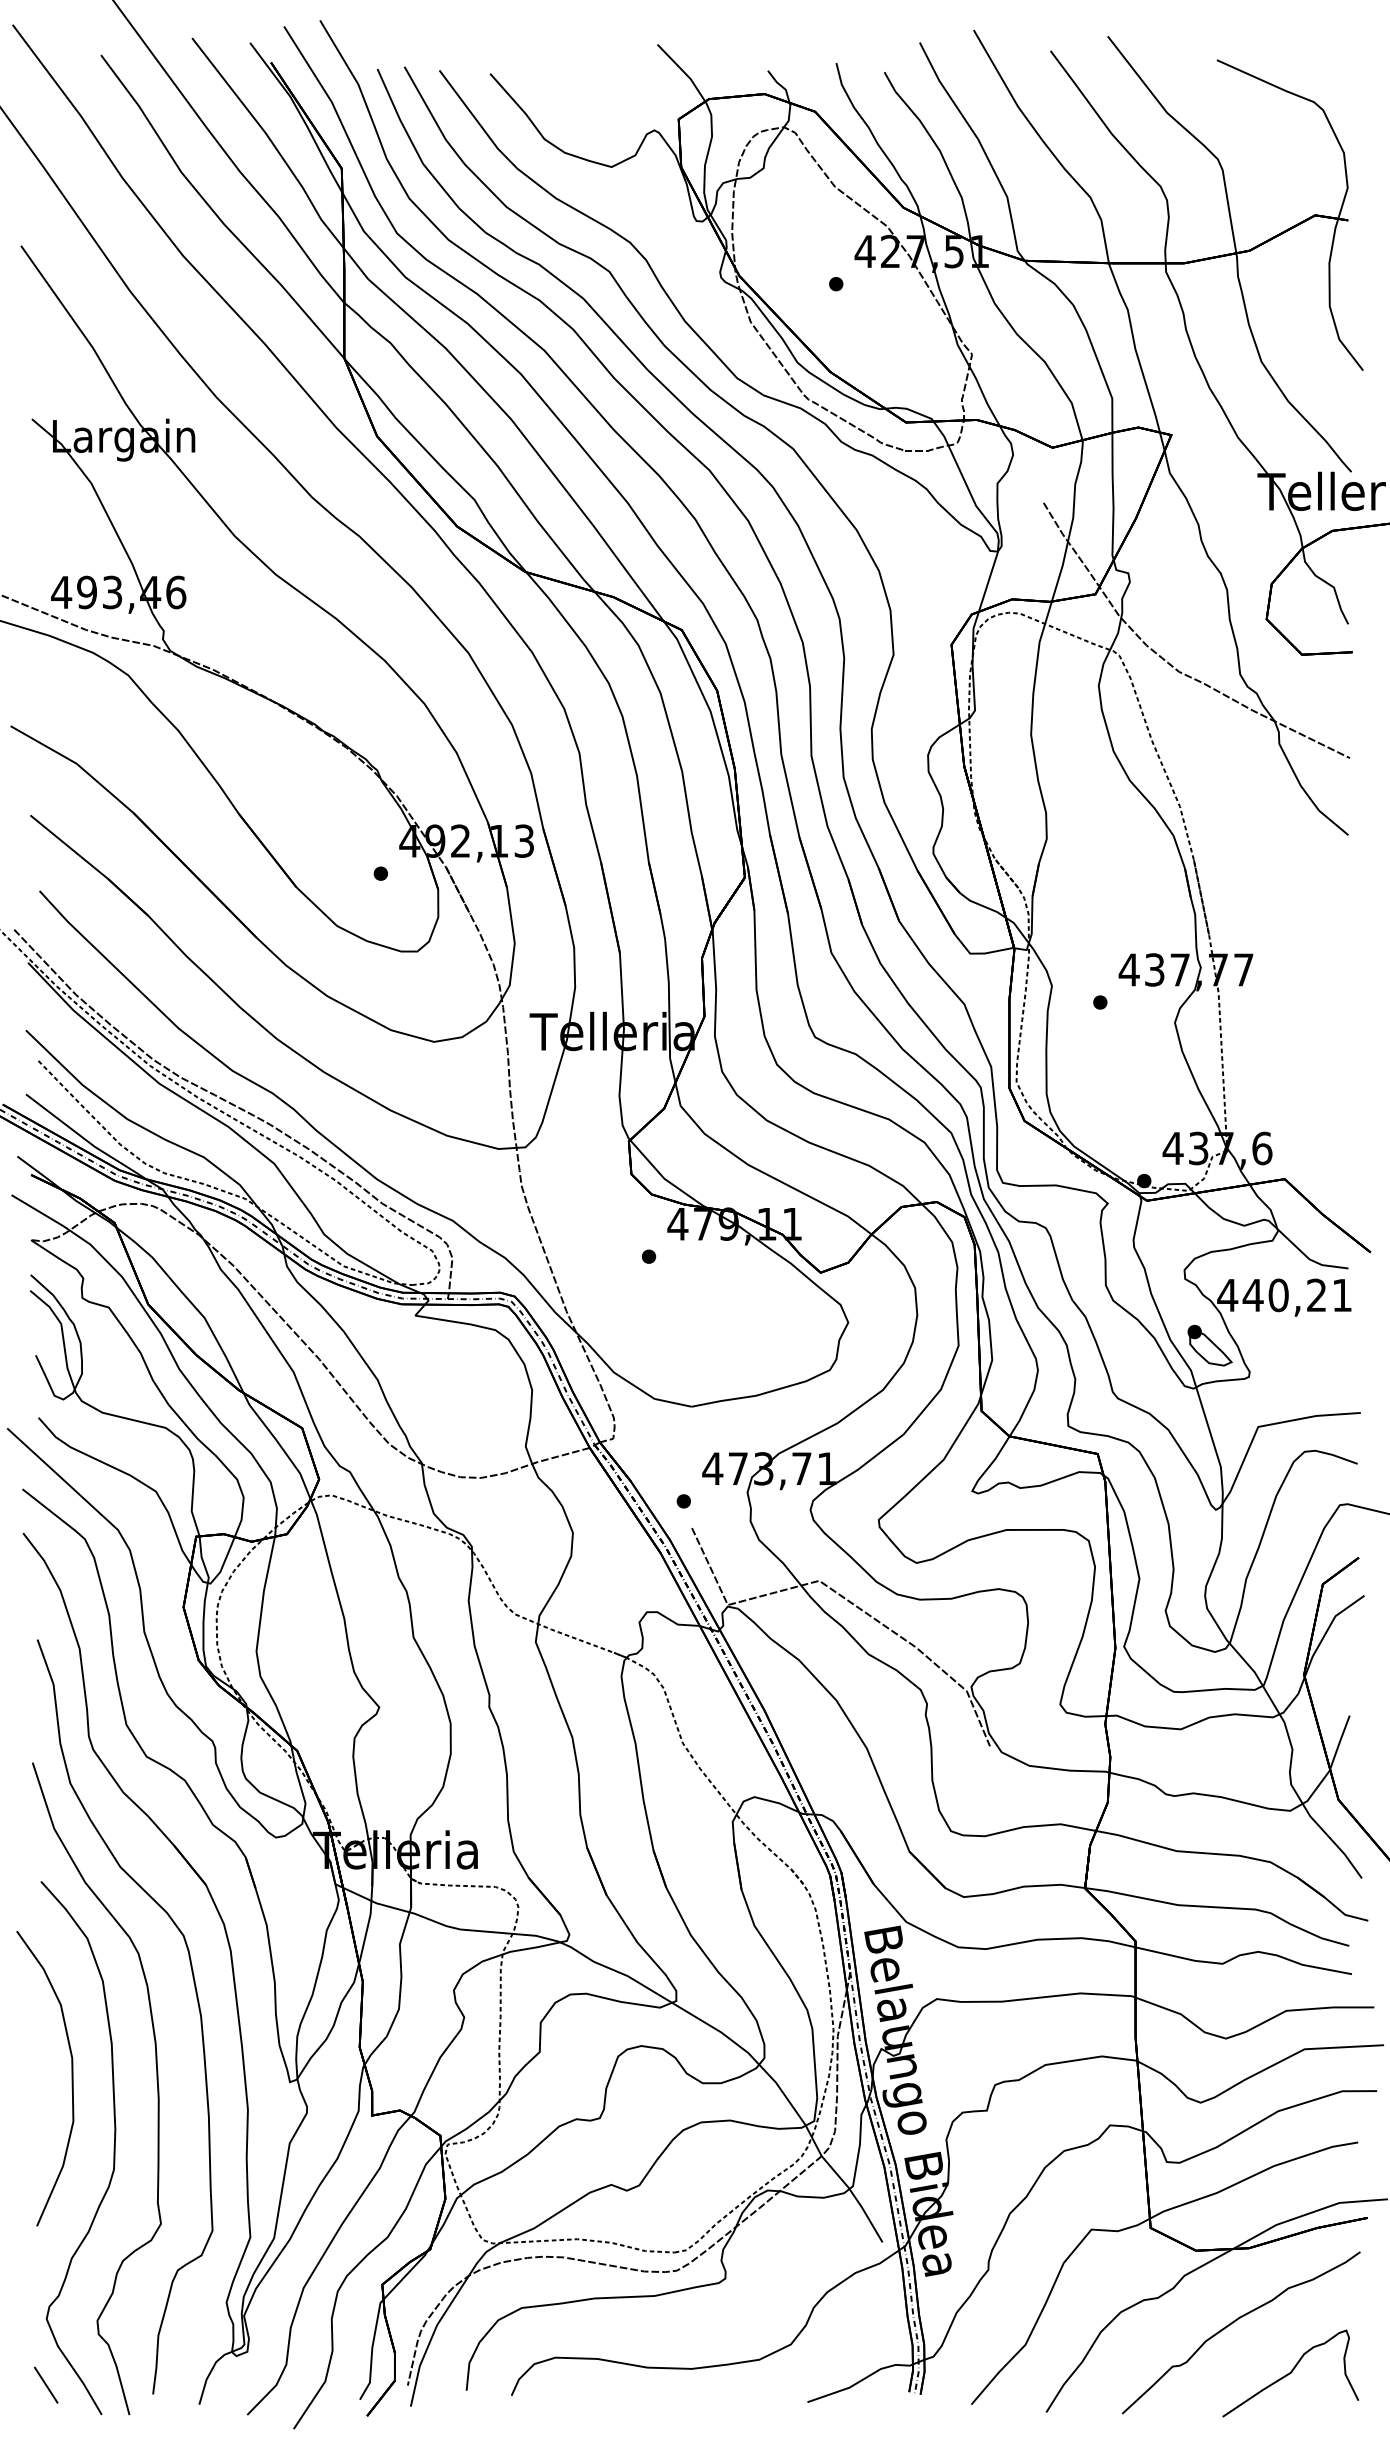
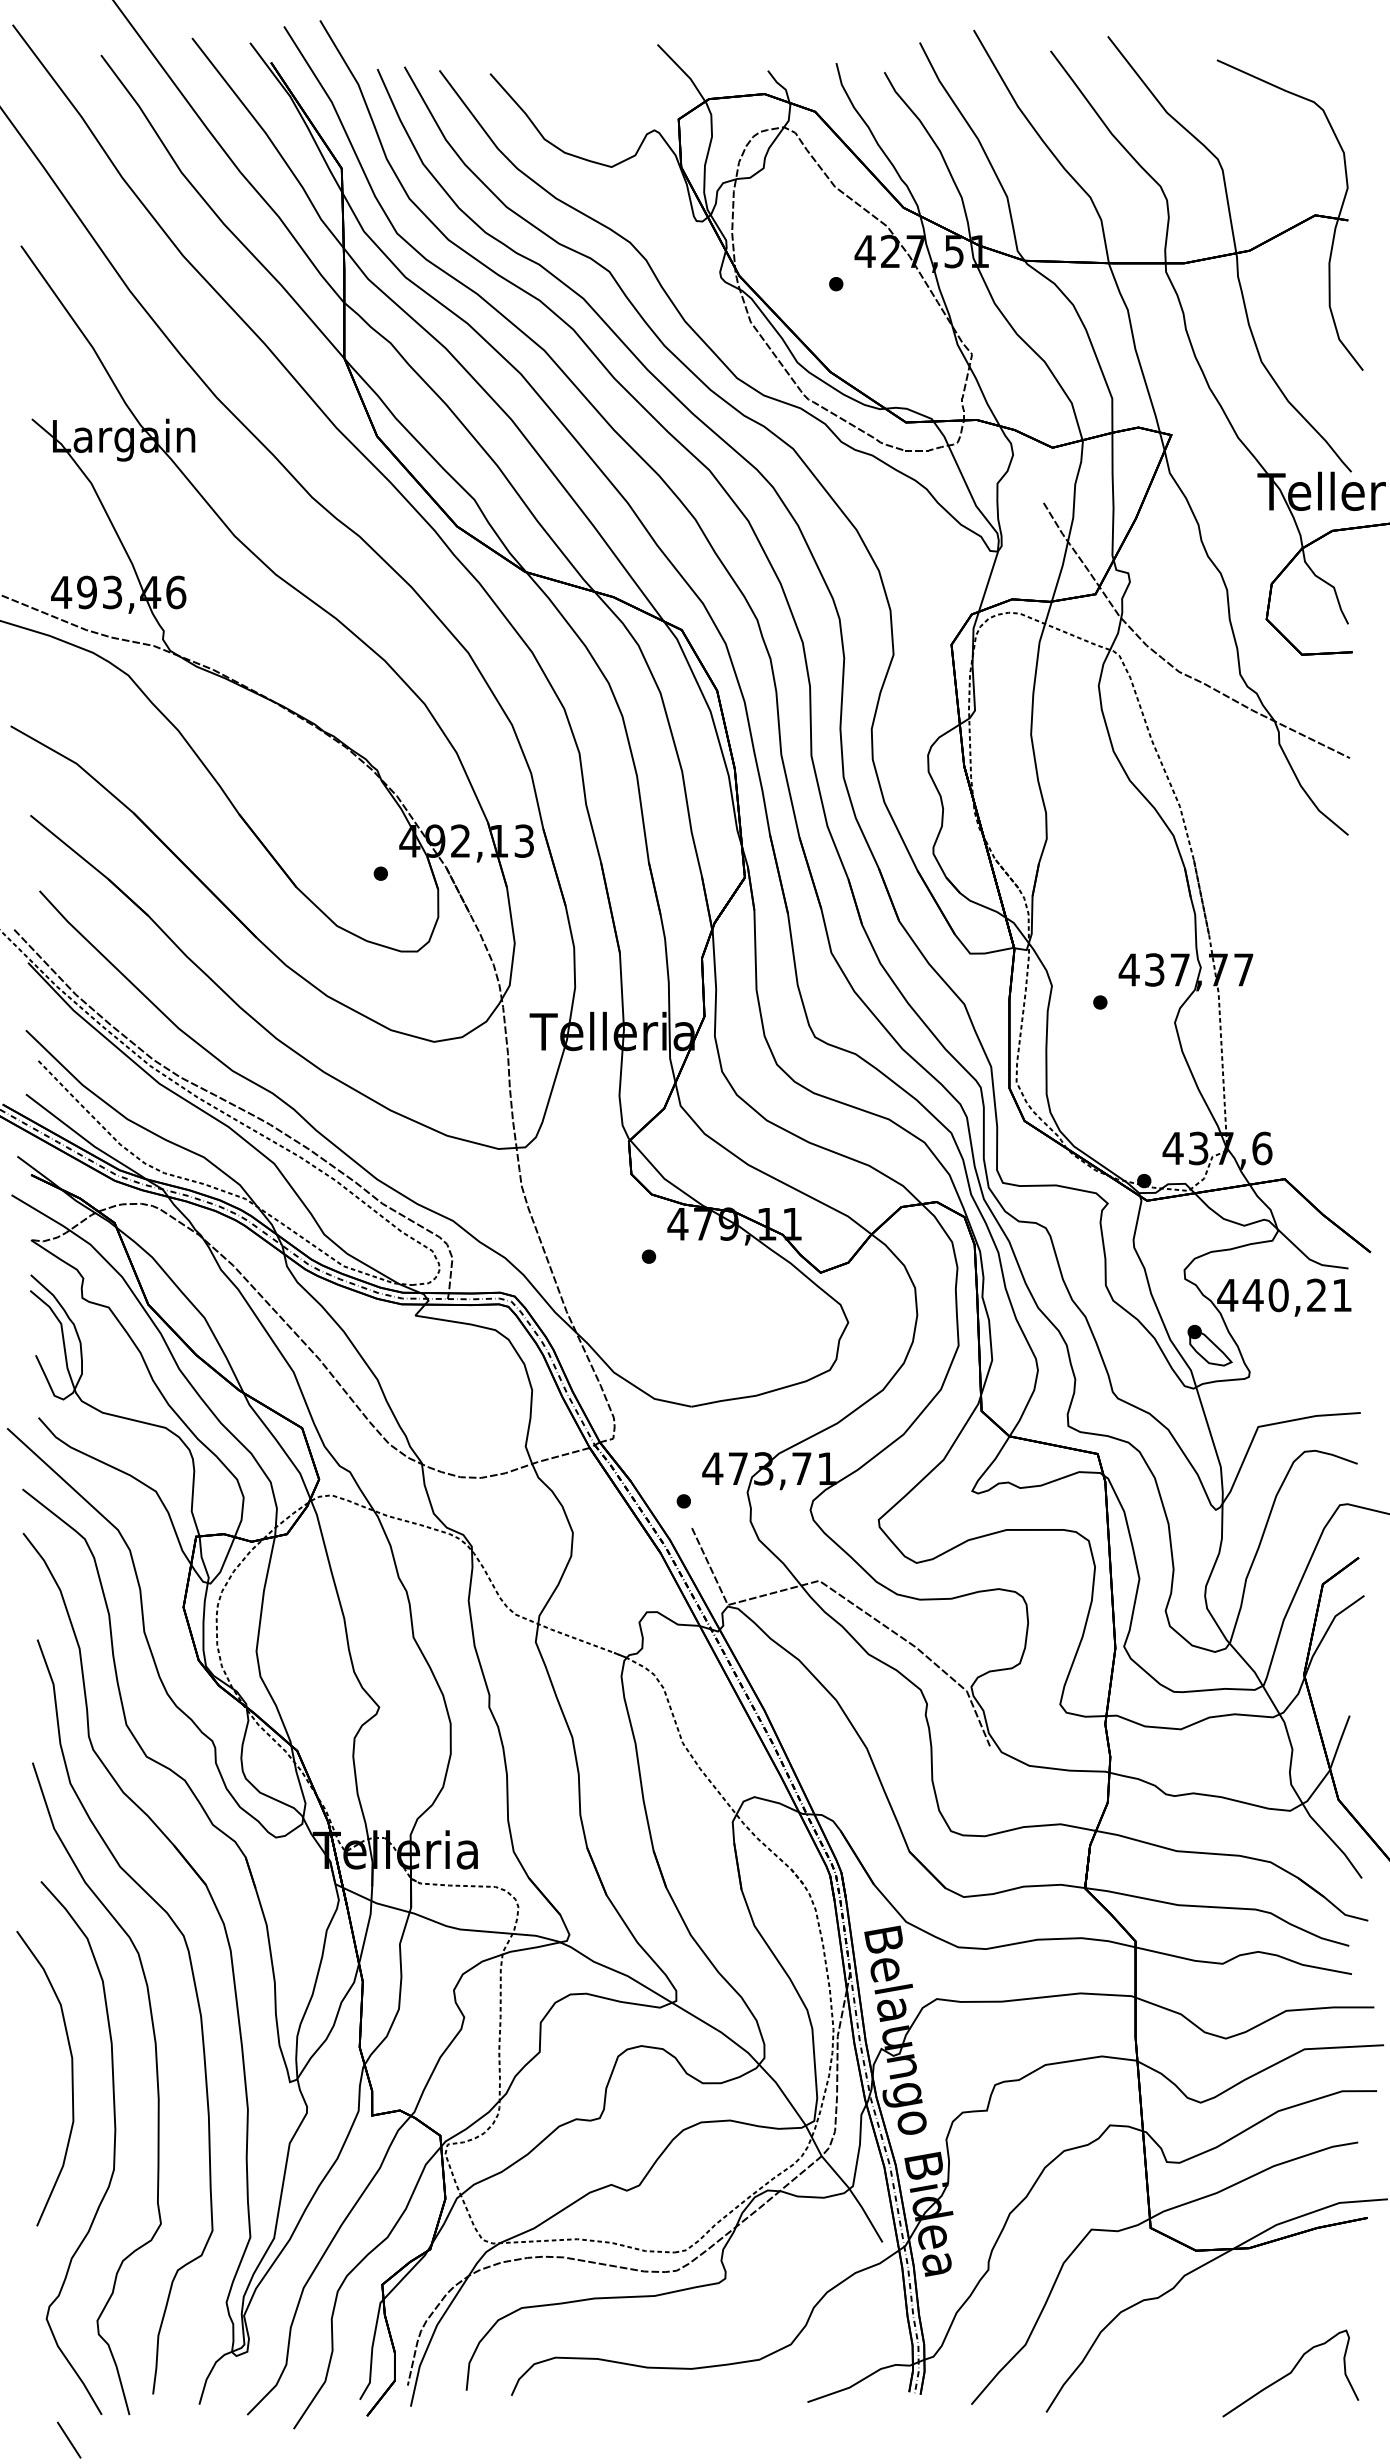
curve at (1233, 2323): present -> none
line at (45, 2384) position: (45, 2384) -> (68, 2439)
